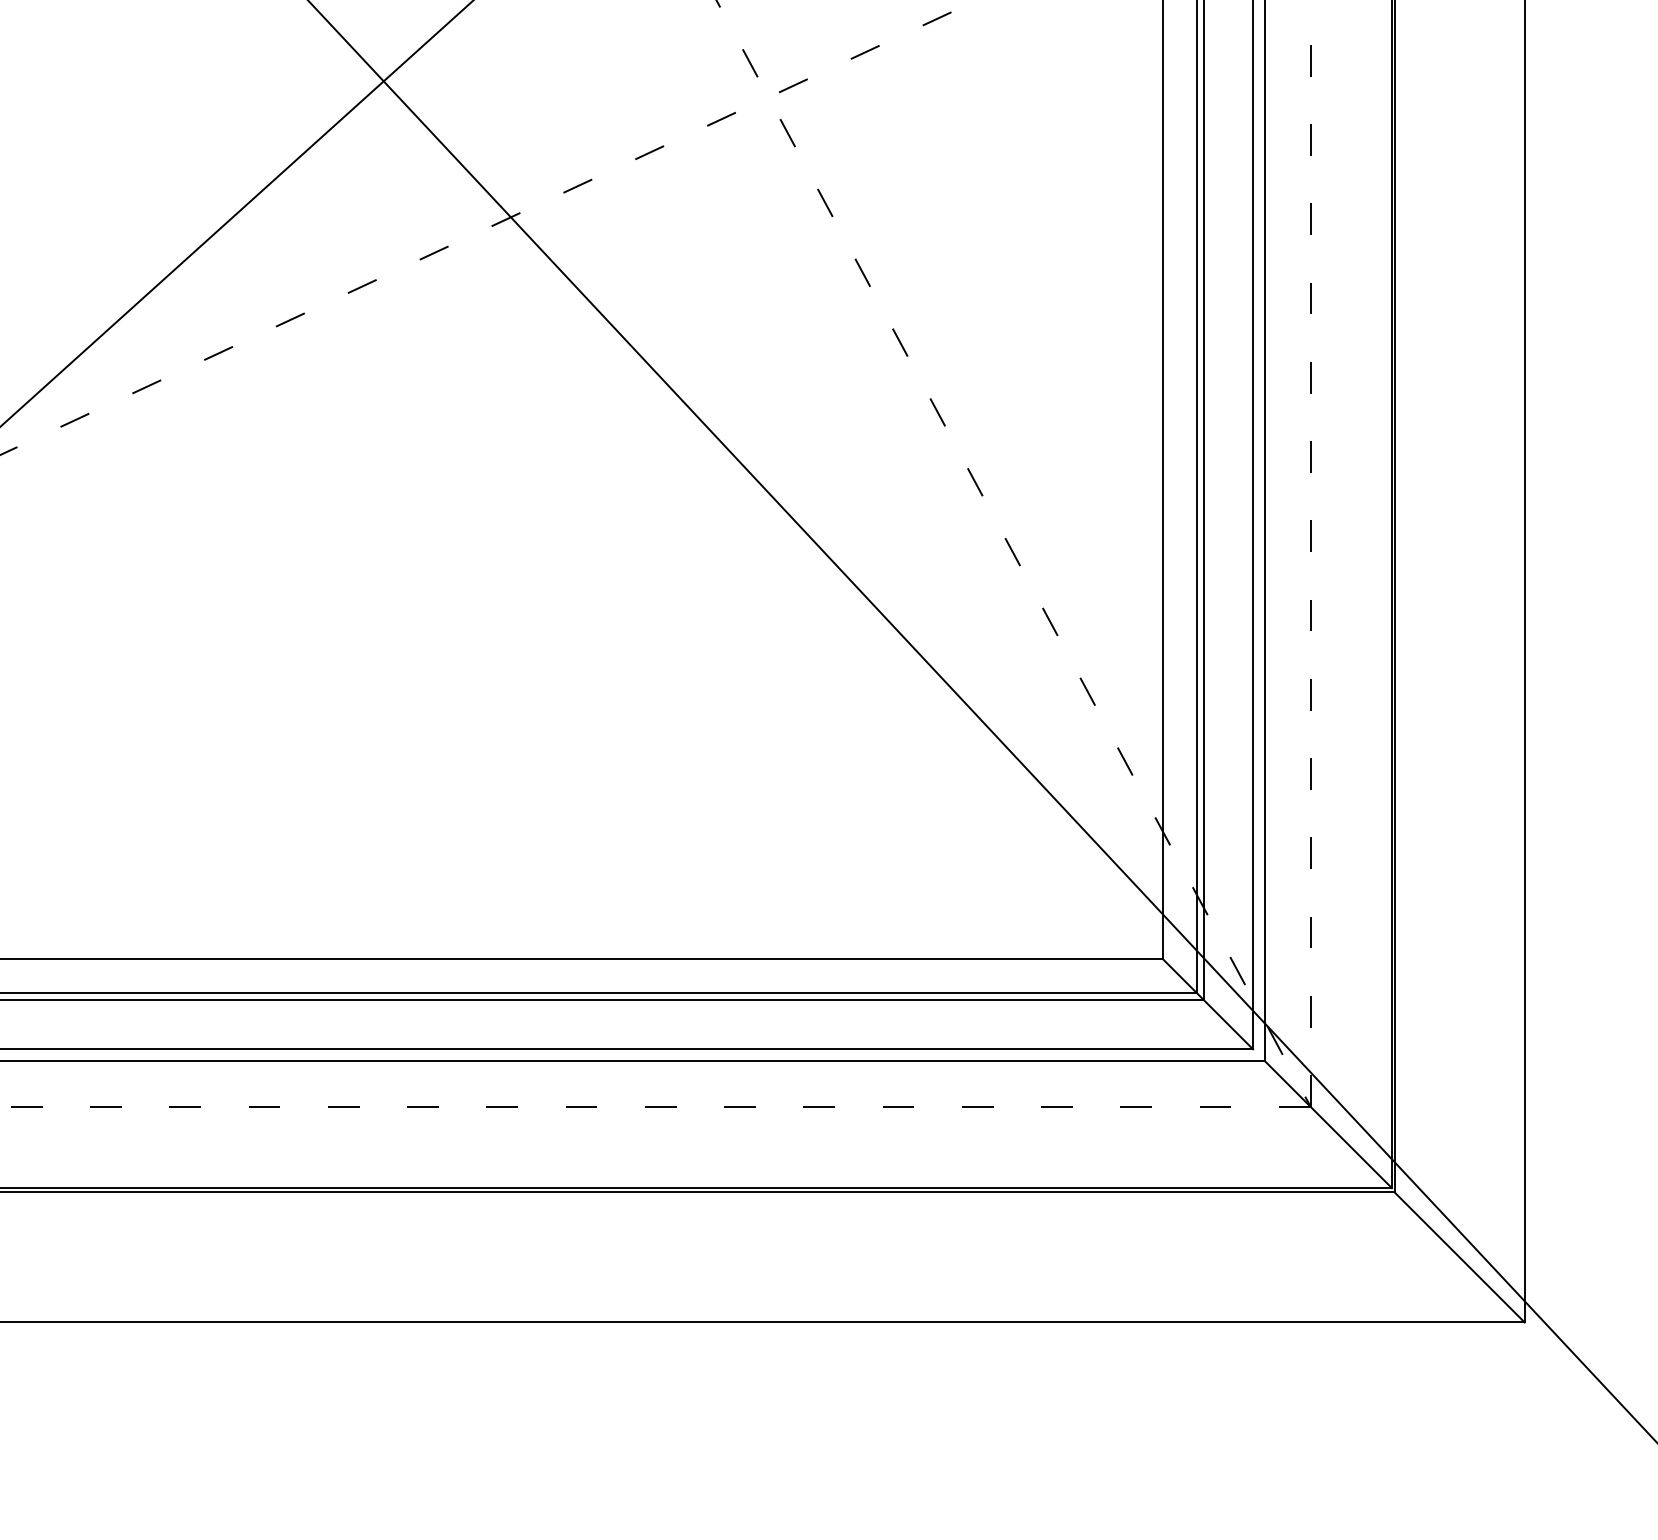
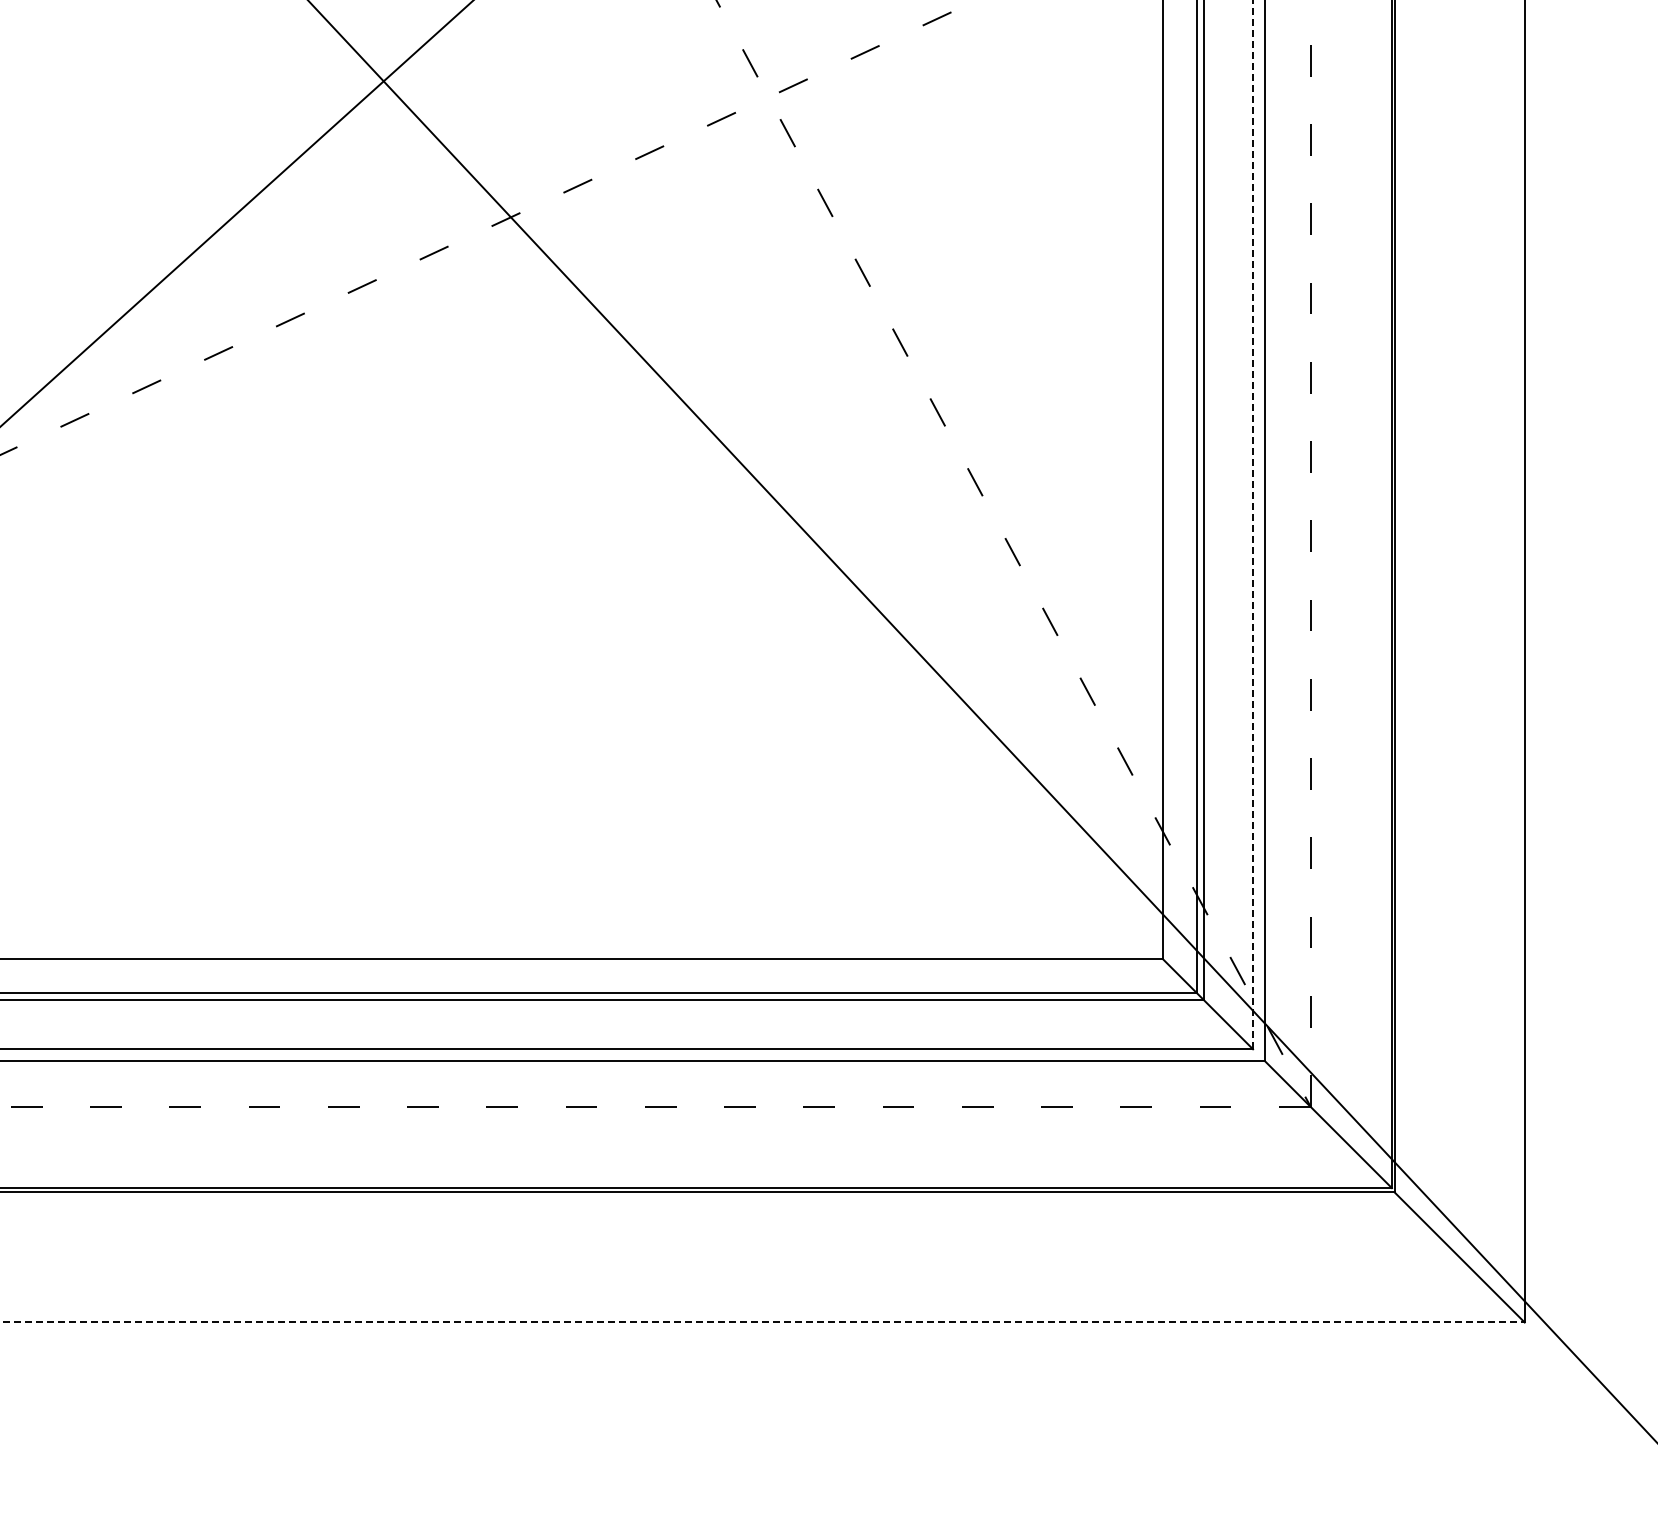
line at (1253, 524): solid -> dashed
line at (762, 1322): solid -> dashed
